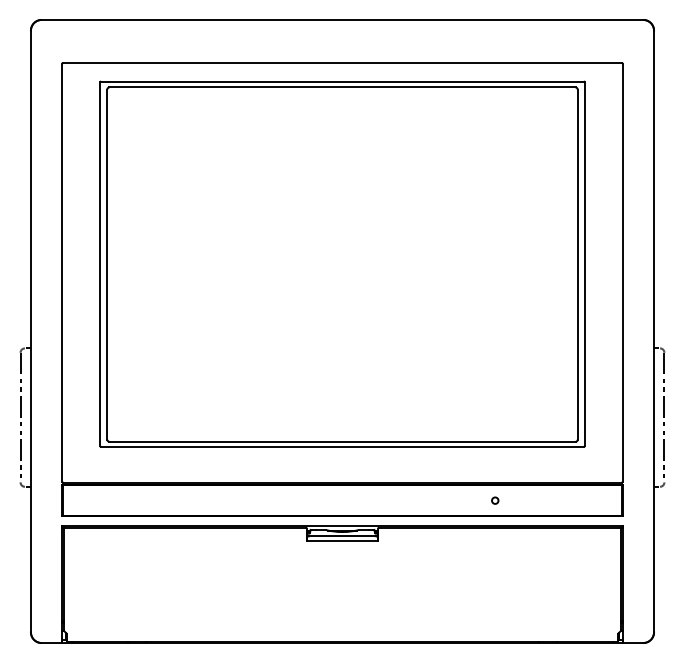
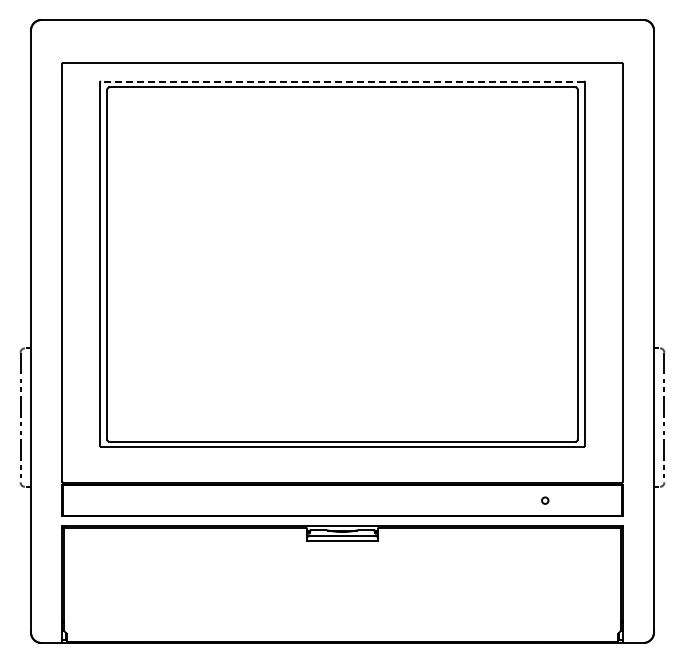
line at (342, 81): solid -> dashed
circle at (495, 500) position: (495, 500) -> (545, 500)
